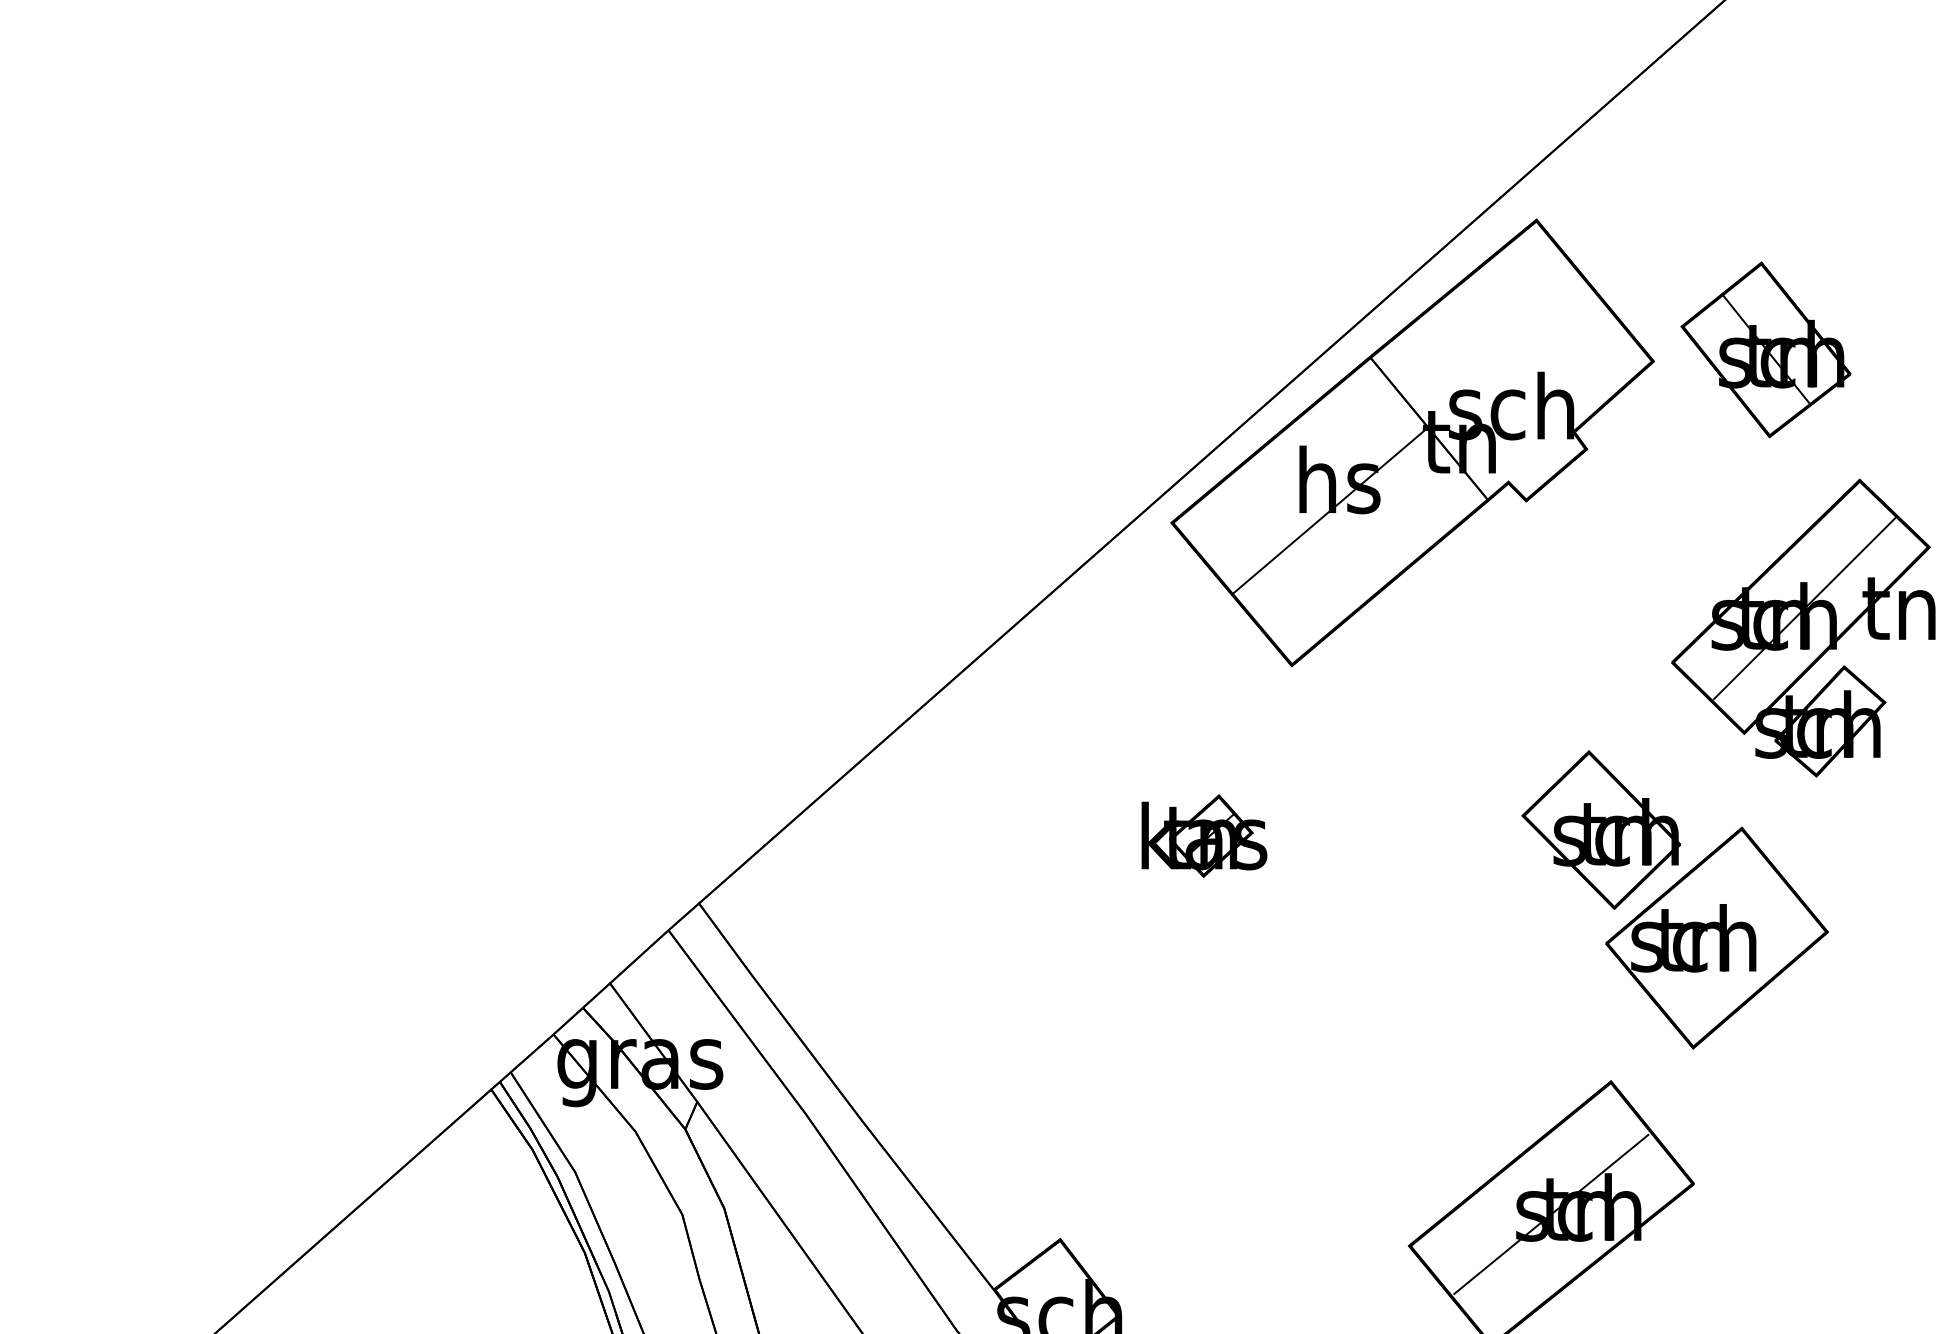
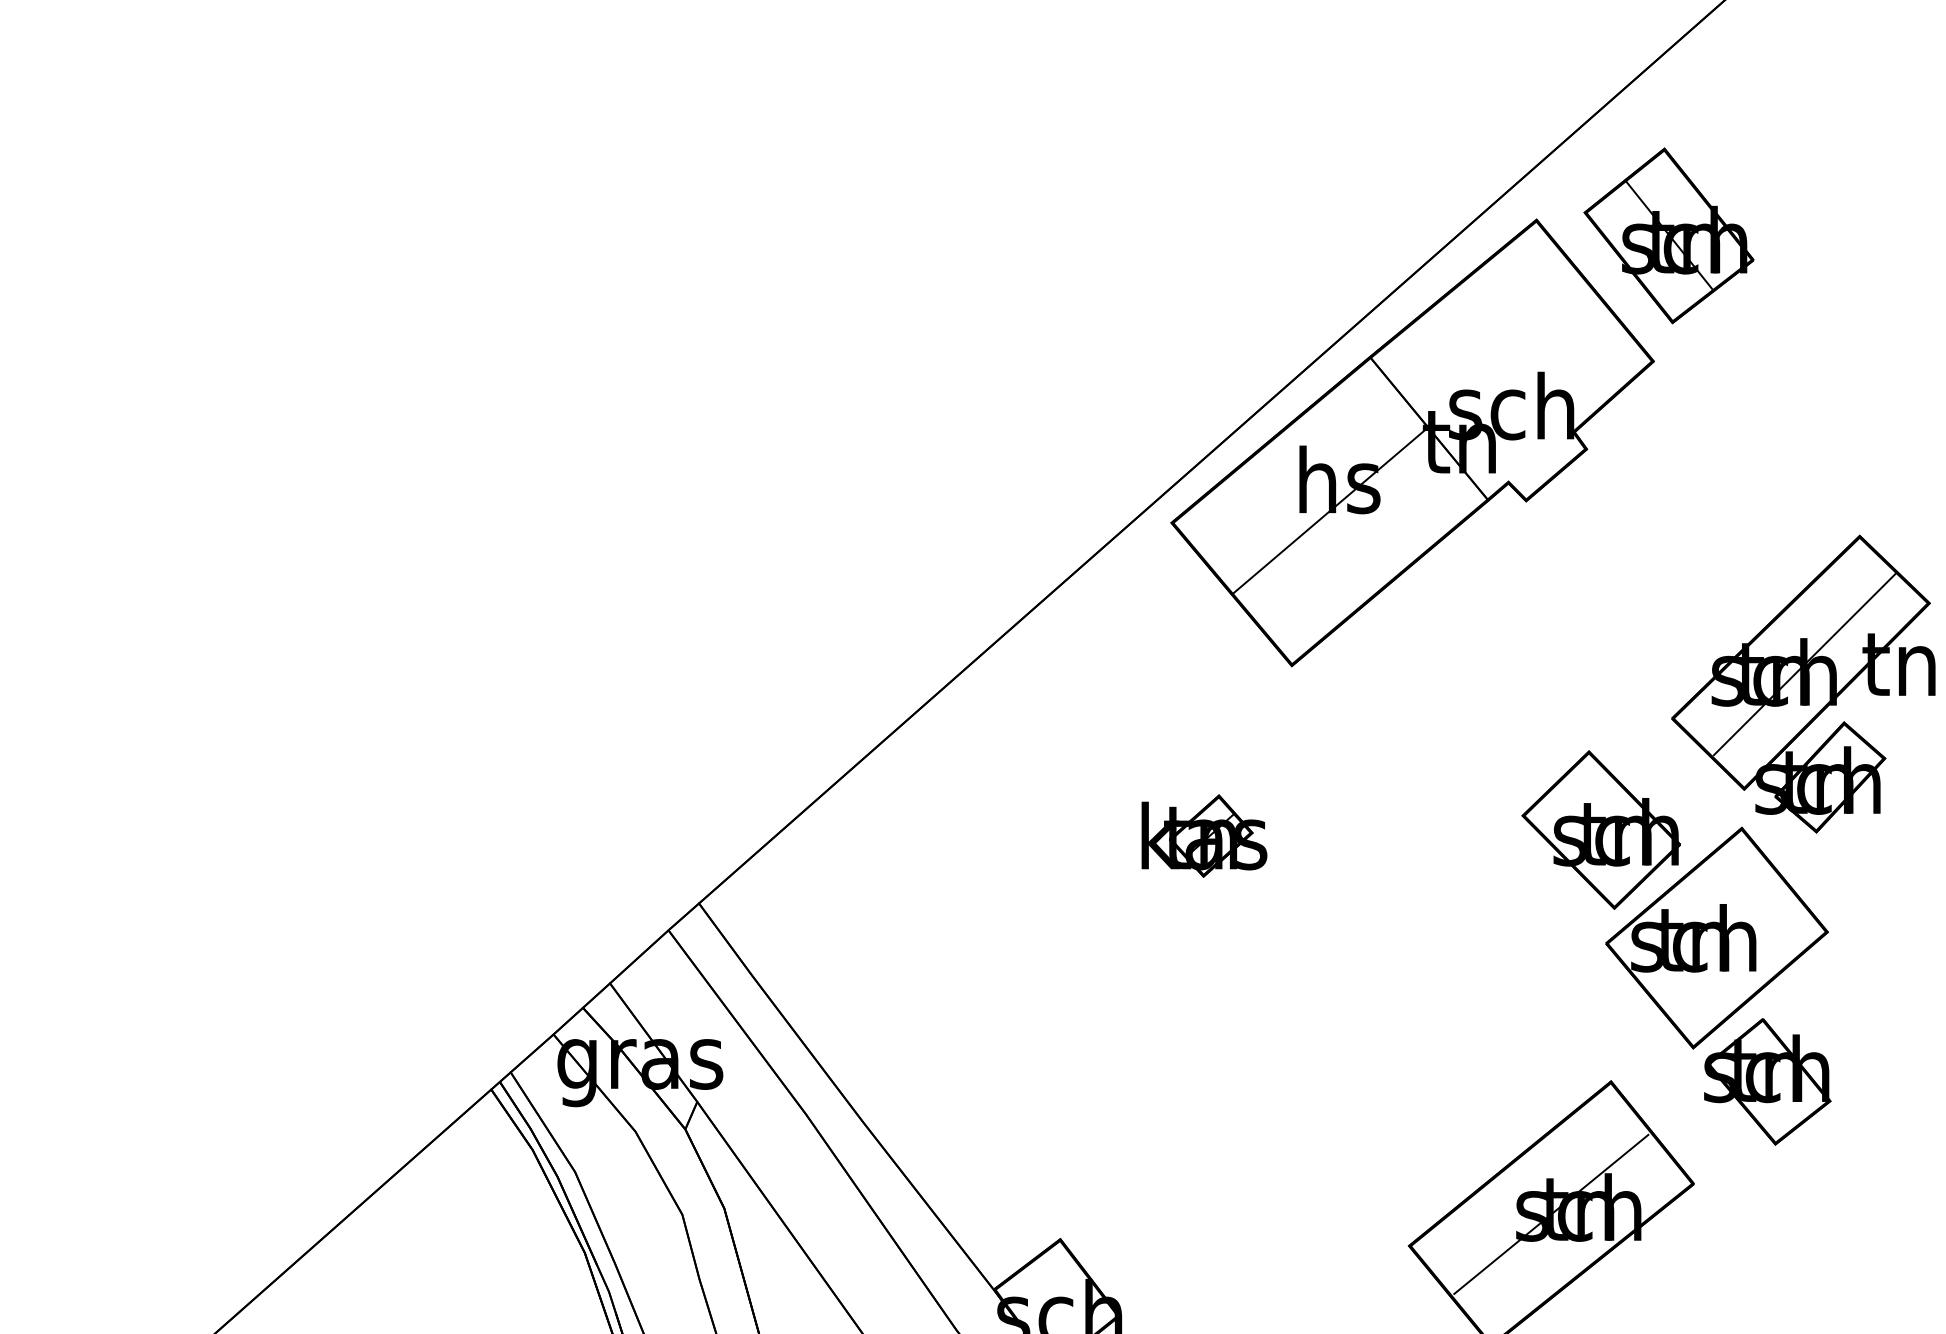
part at (1765, 349) position: (1765, 349) -> (1668, 235)
part at (1803, 627) position: (1803, 627) -> (1803, 683)
part at (1767, 1081): none -> present
